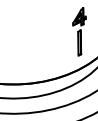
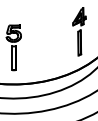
part at (13, 47): none -> present
